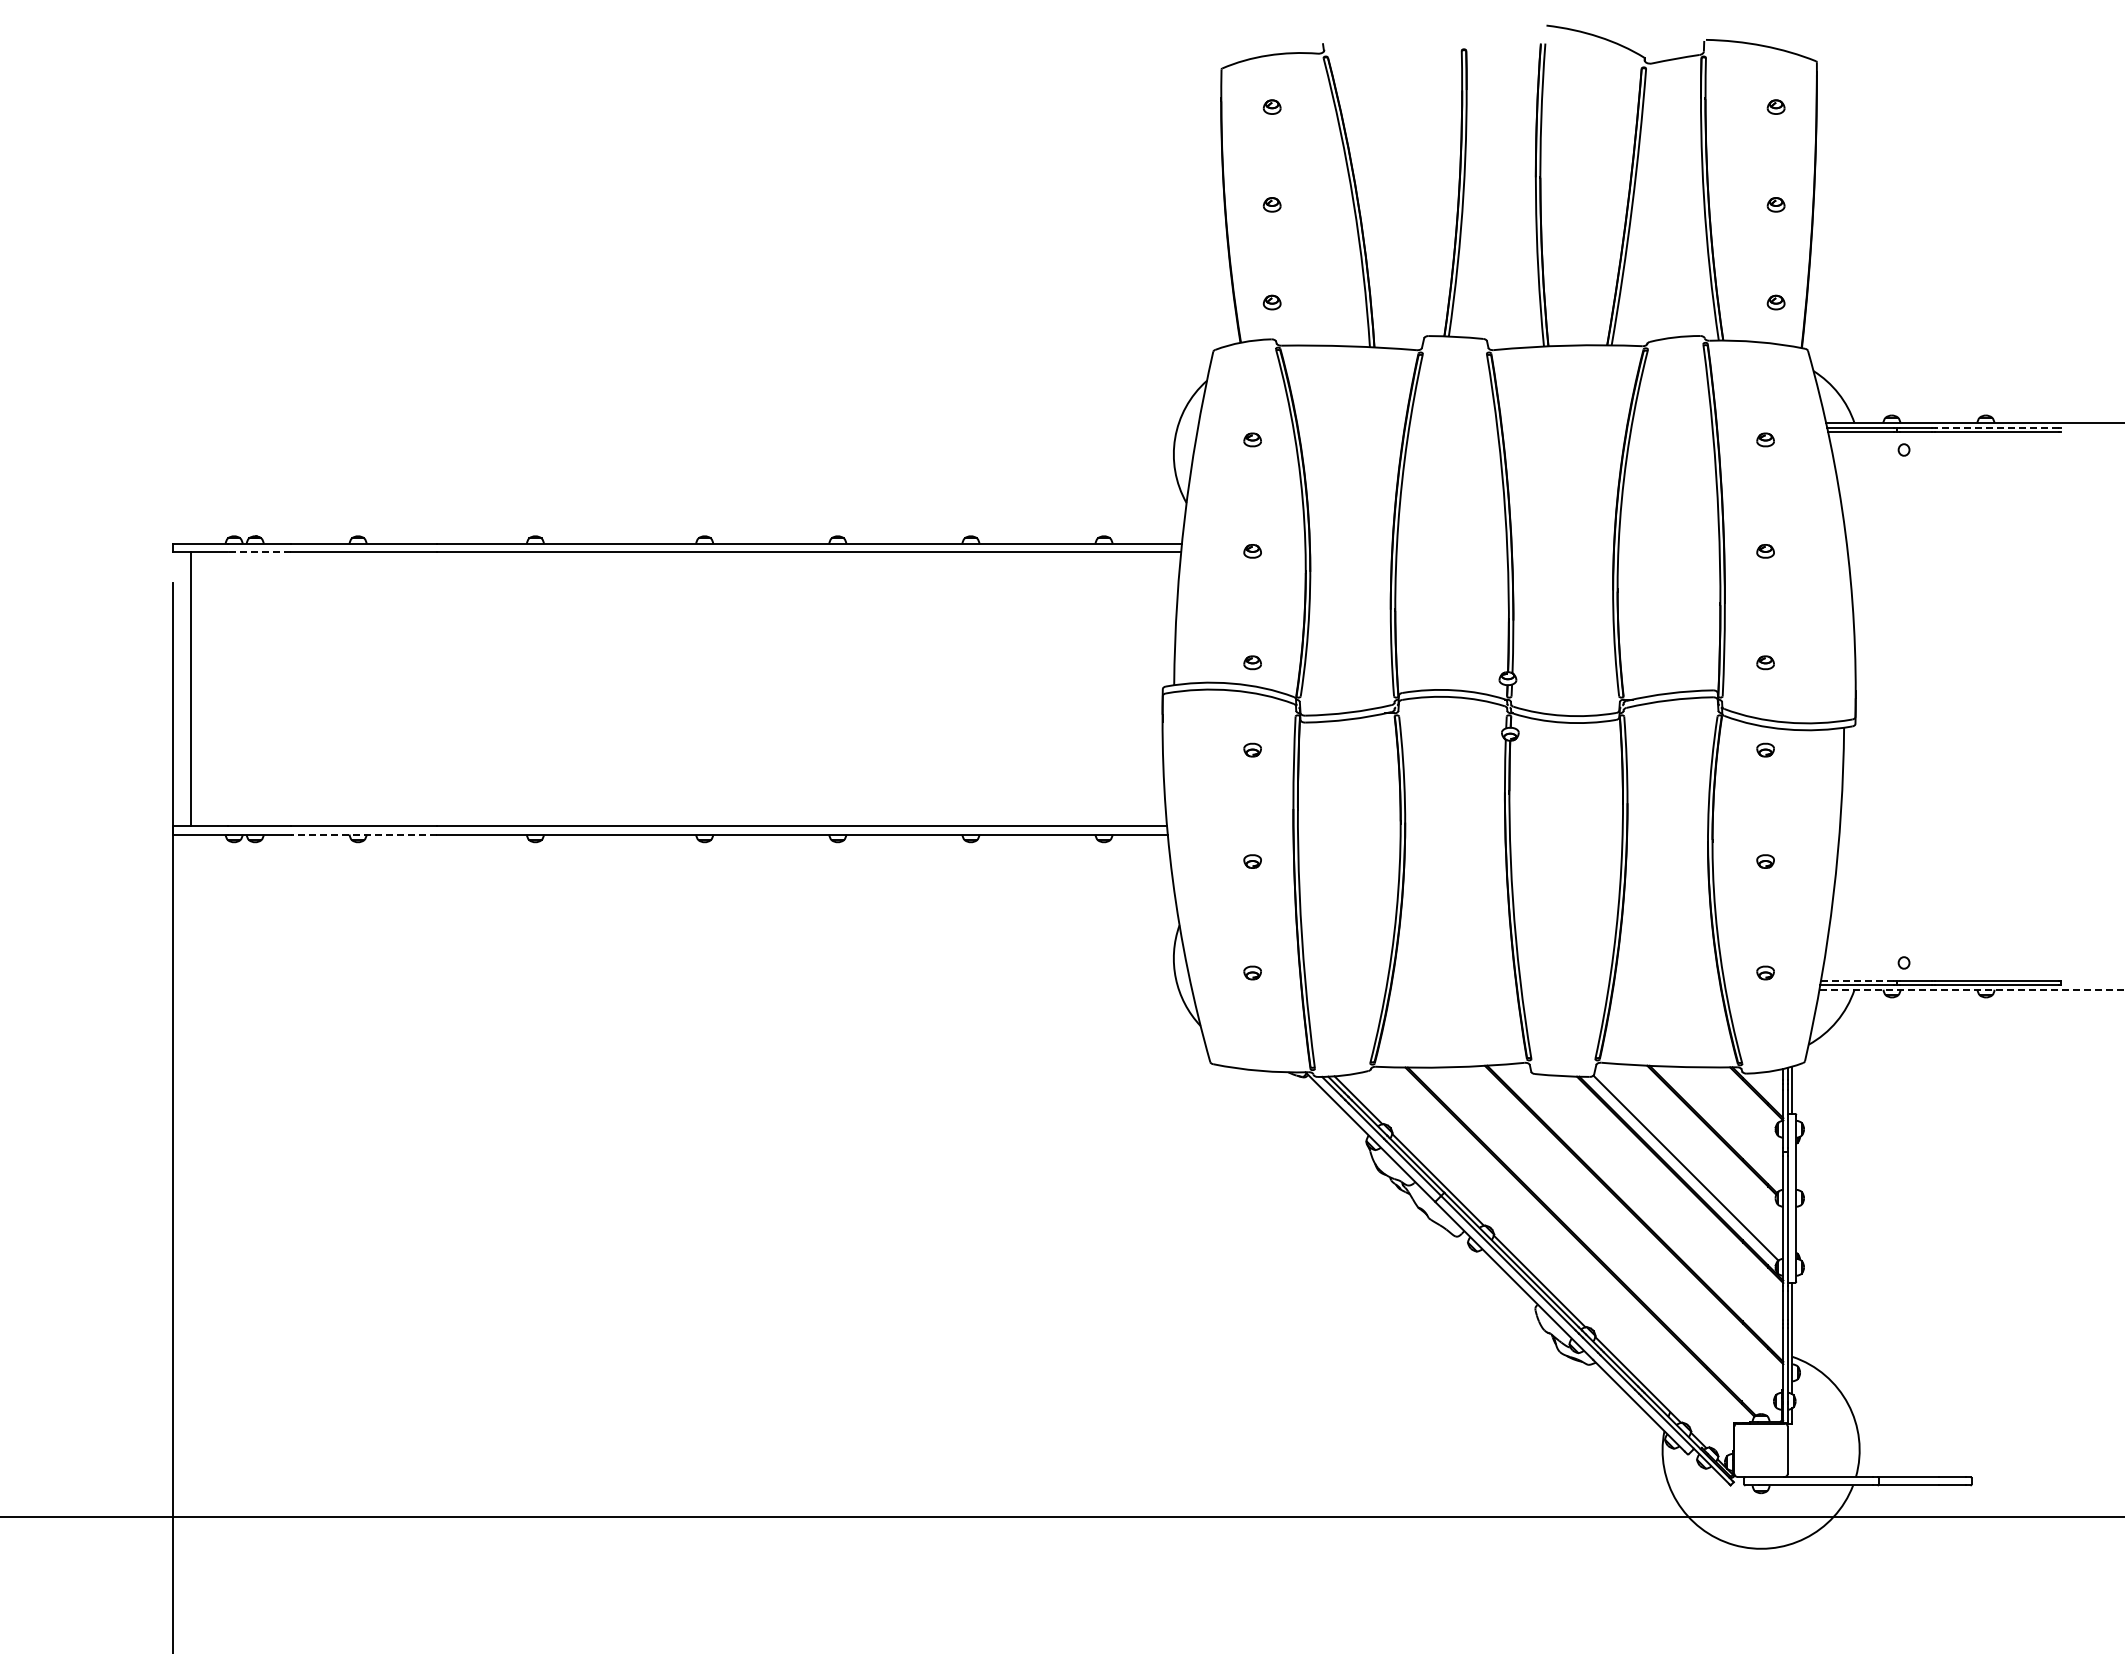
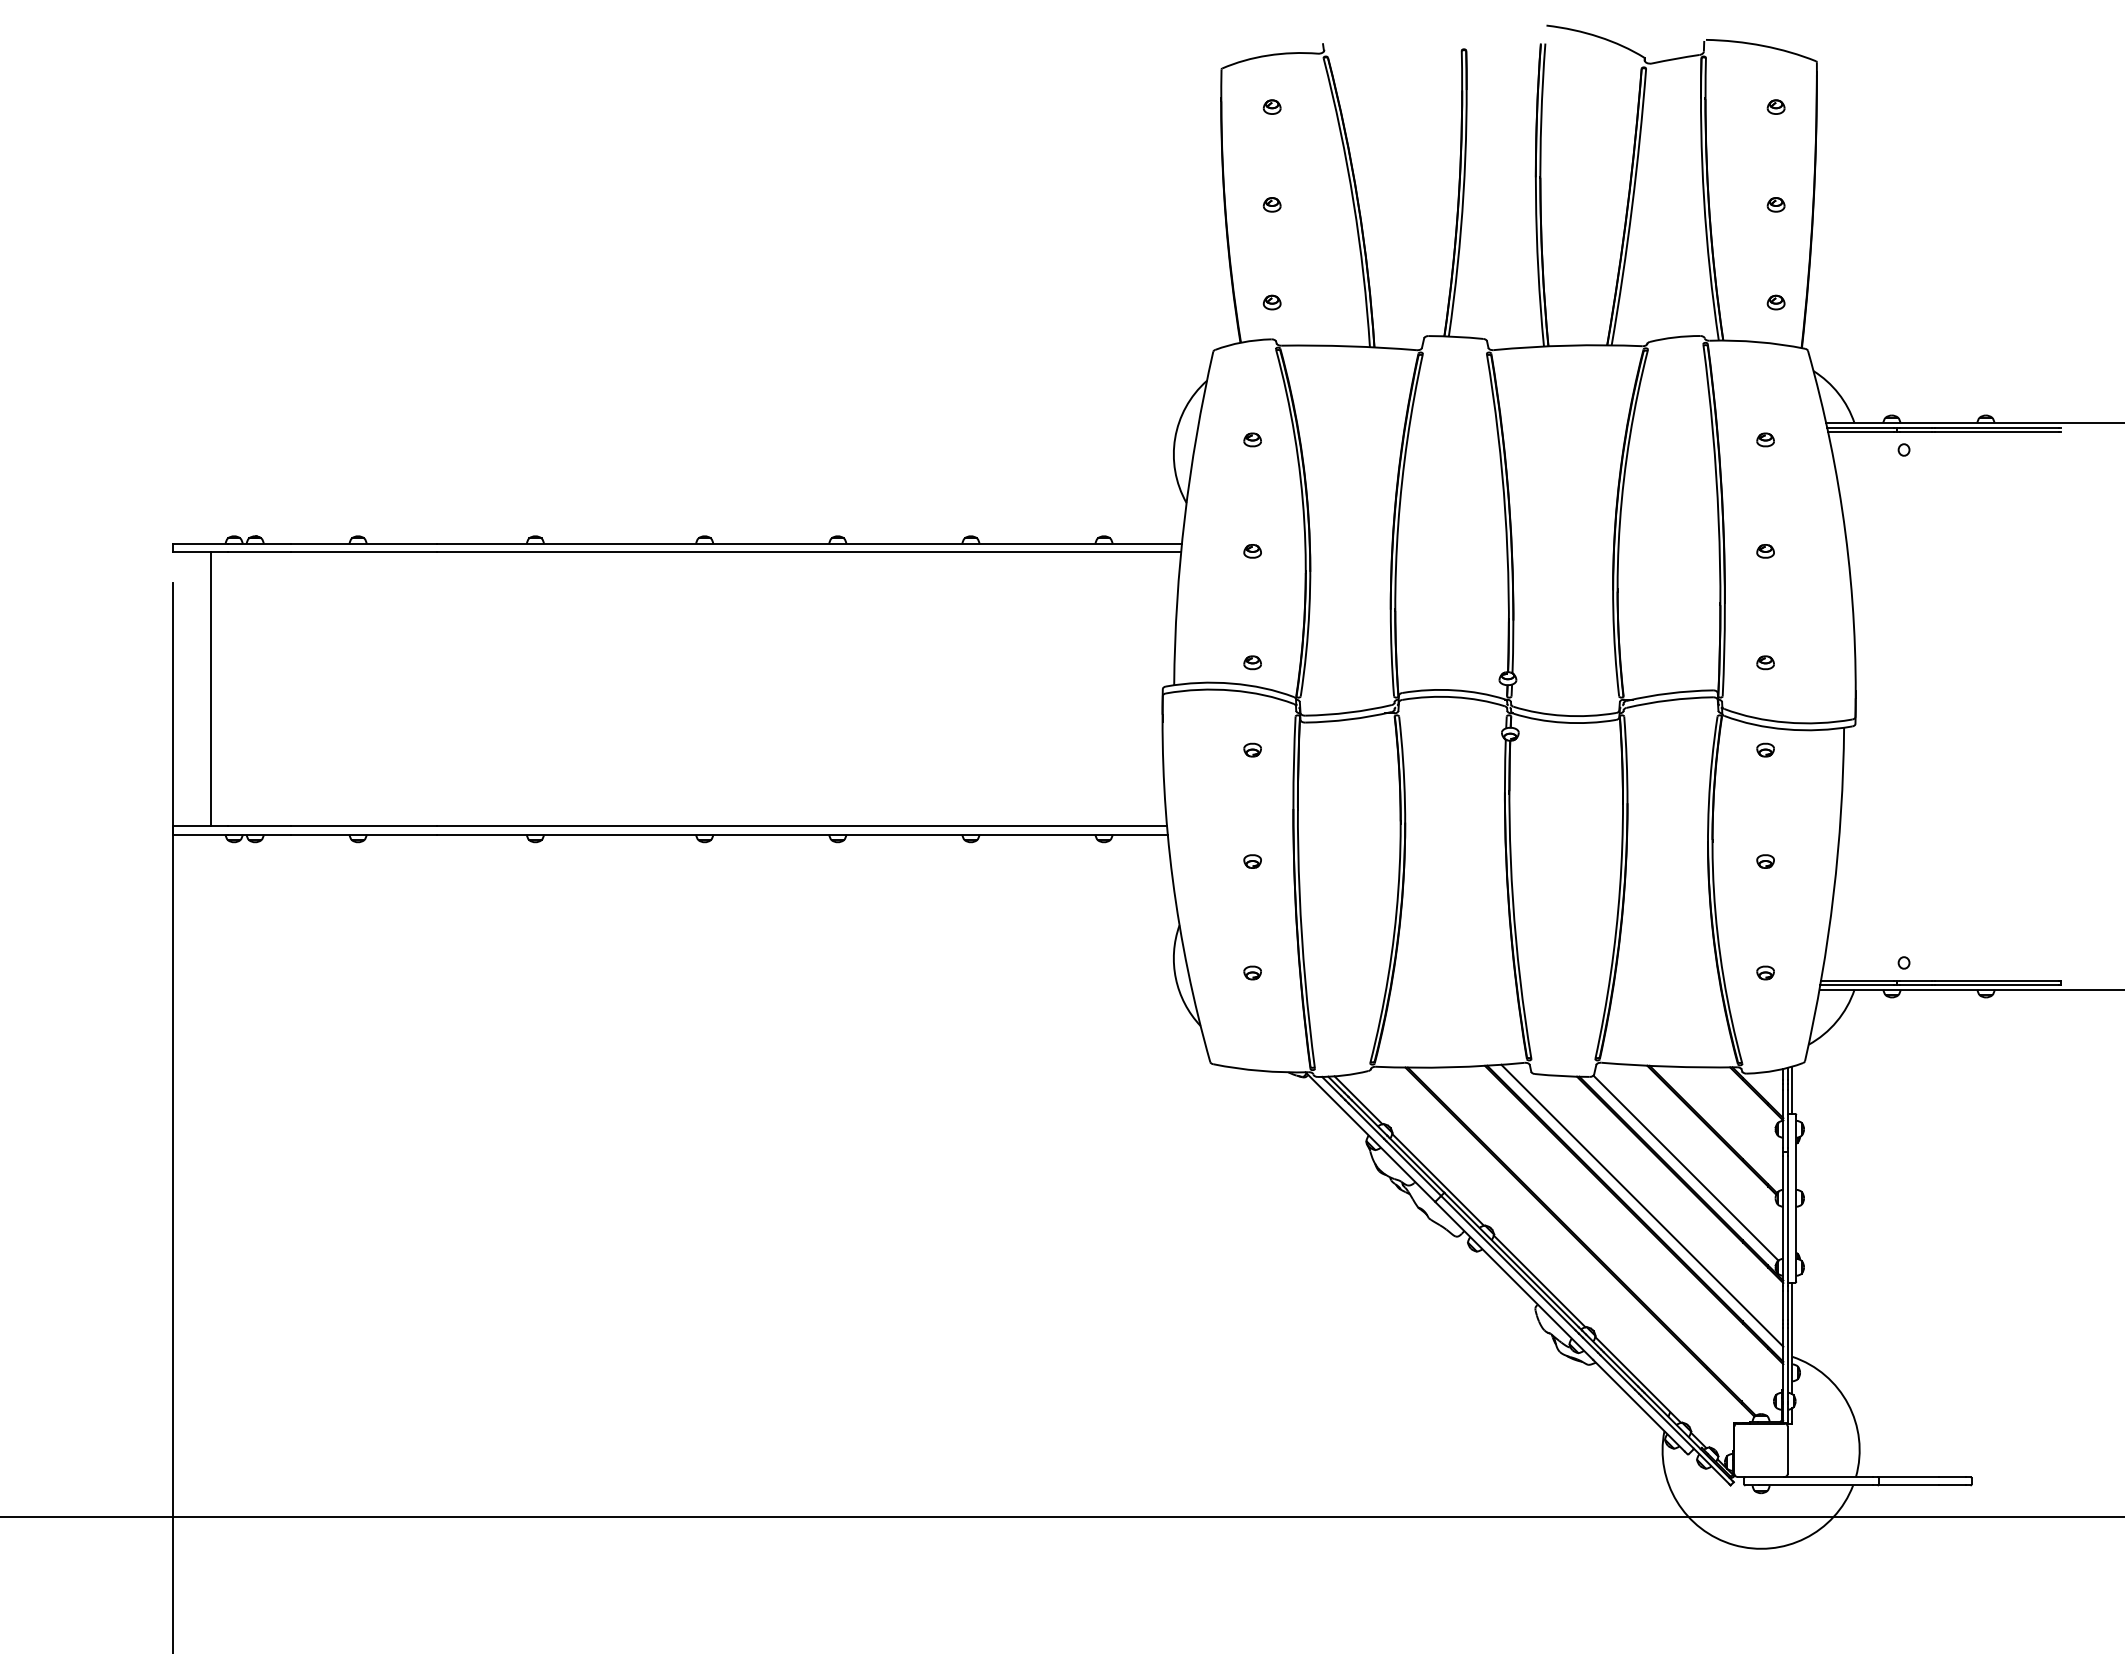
line at (1996, 427): dashed -> solid
line at (259, 552): dashed -> solid
line at (191, 689) position: (191, 689) -> (211, 689)
line at (364, 834): dashed -> solid
line at (1857, 980): dashed -> solid
line at (1972, 989): dashed -> solid
line at (1642, 1205): none -> present
